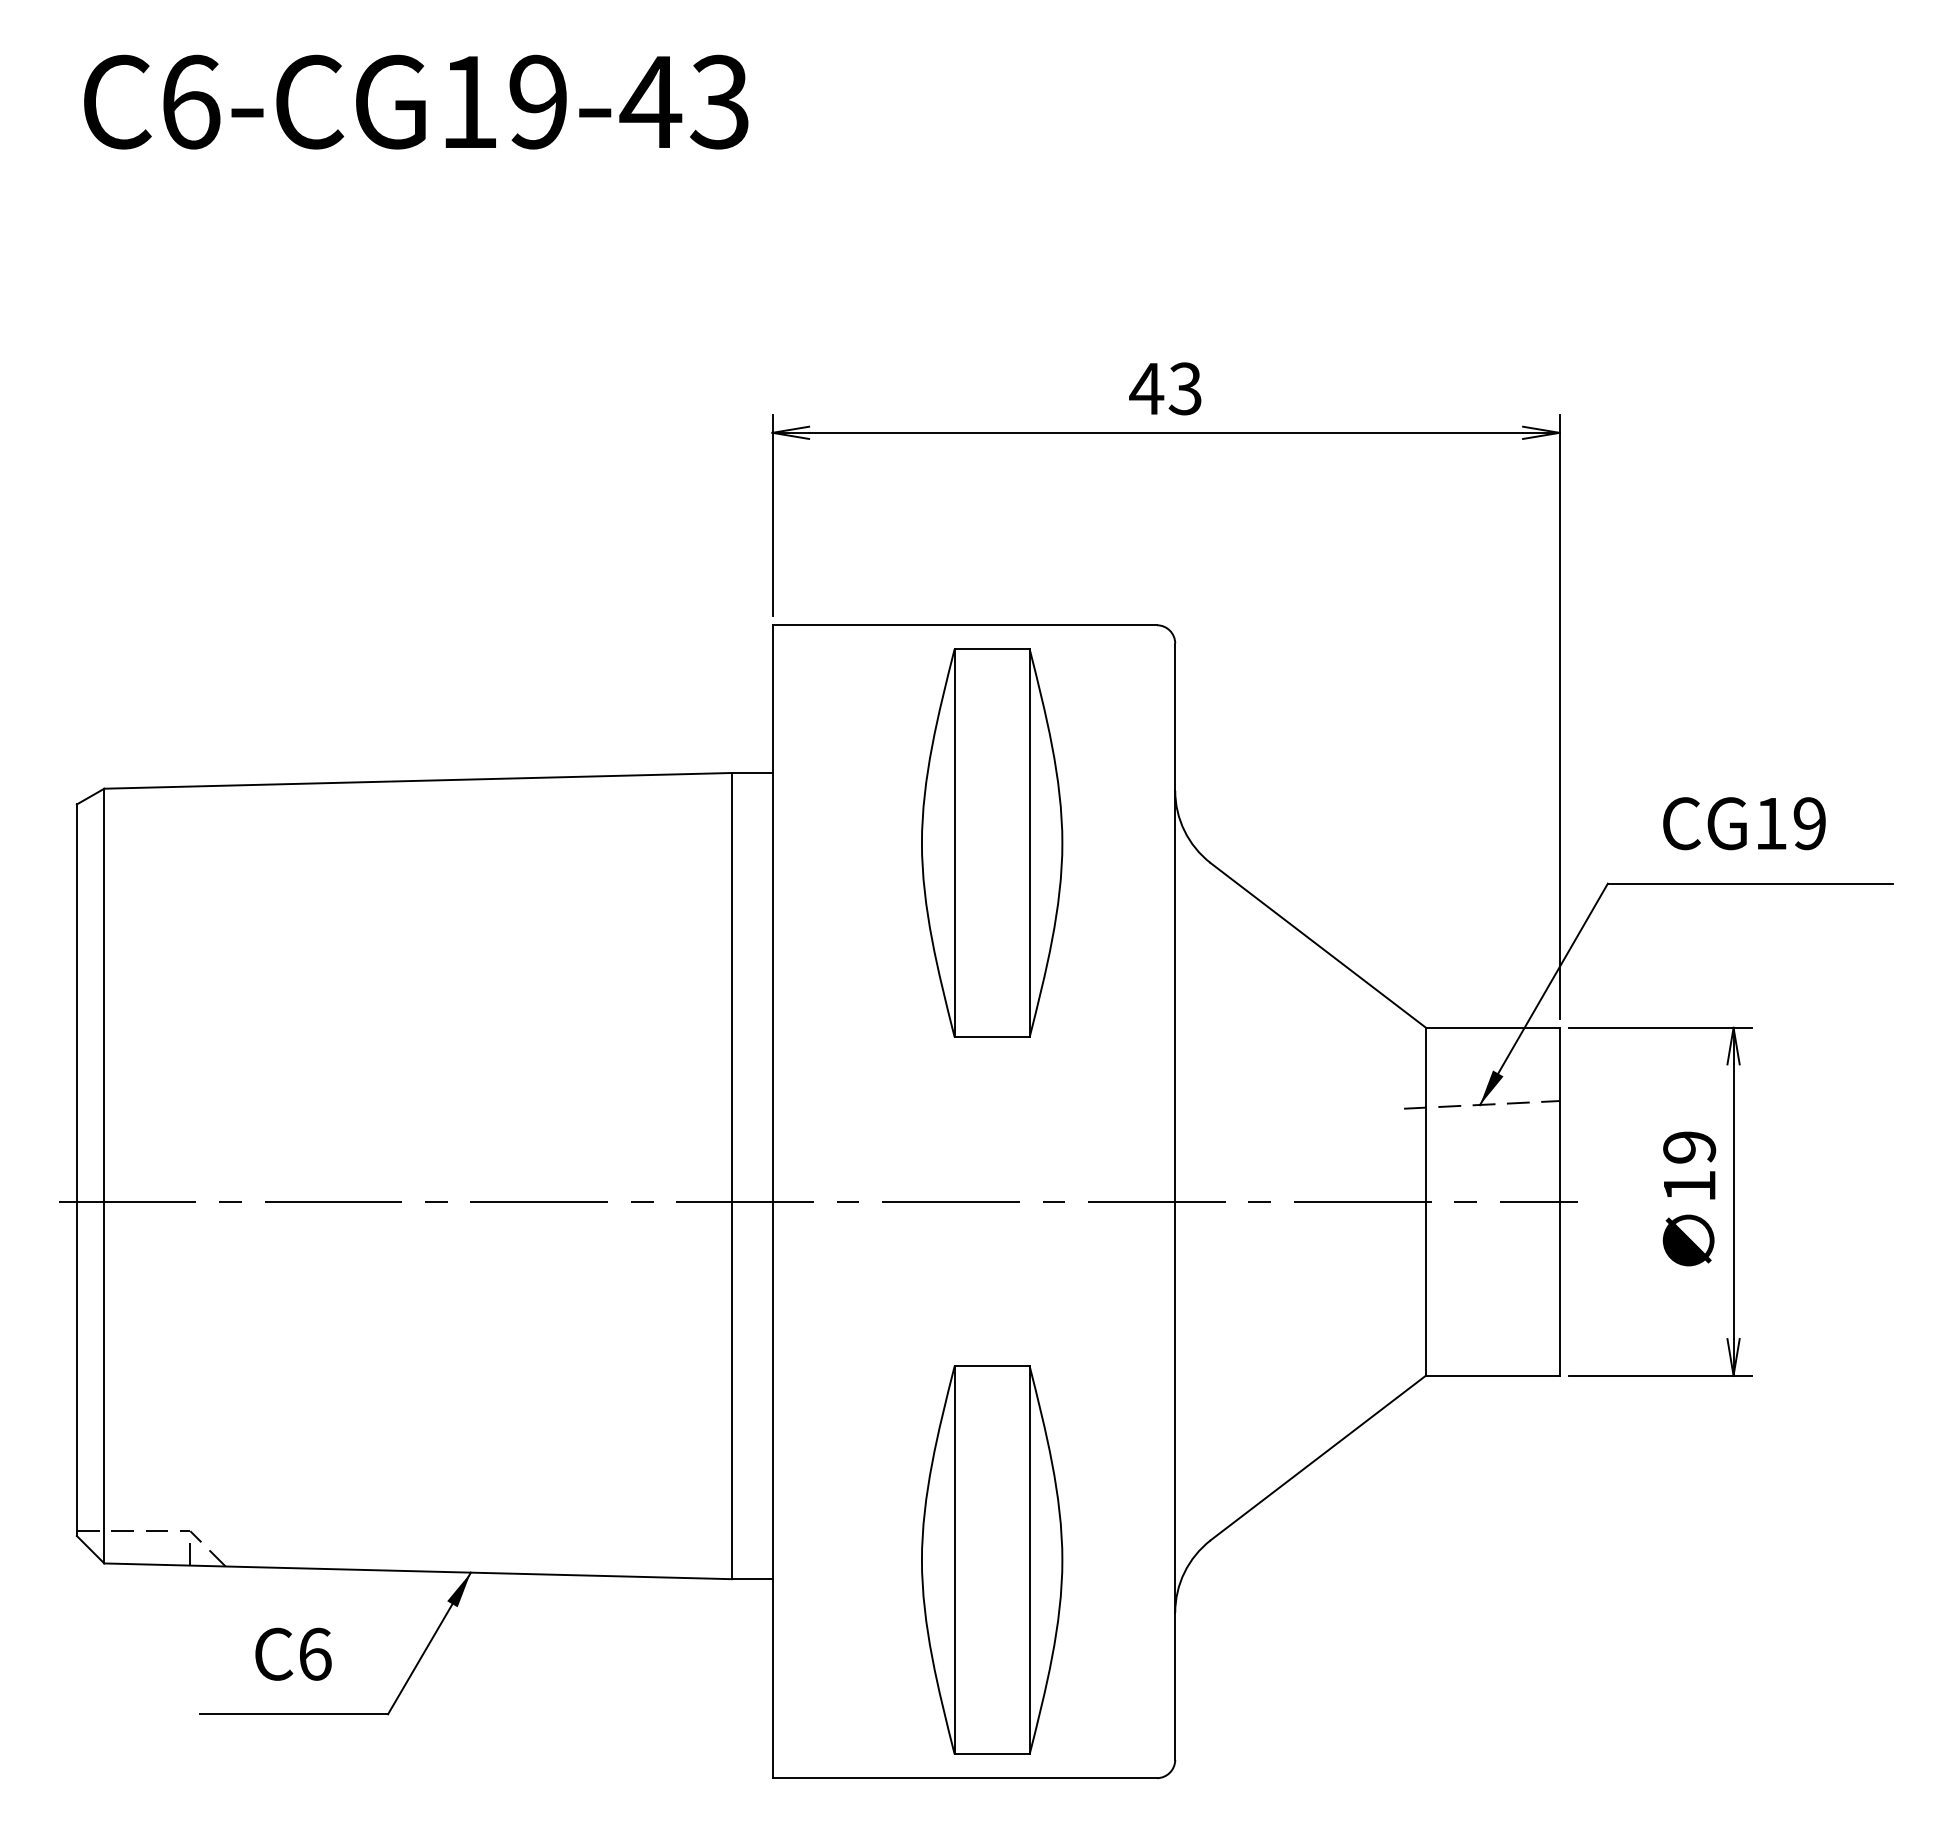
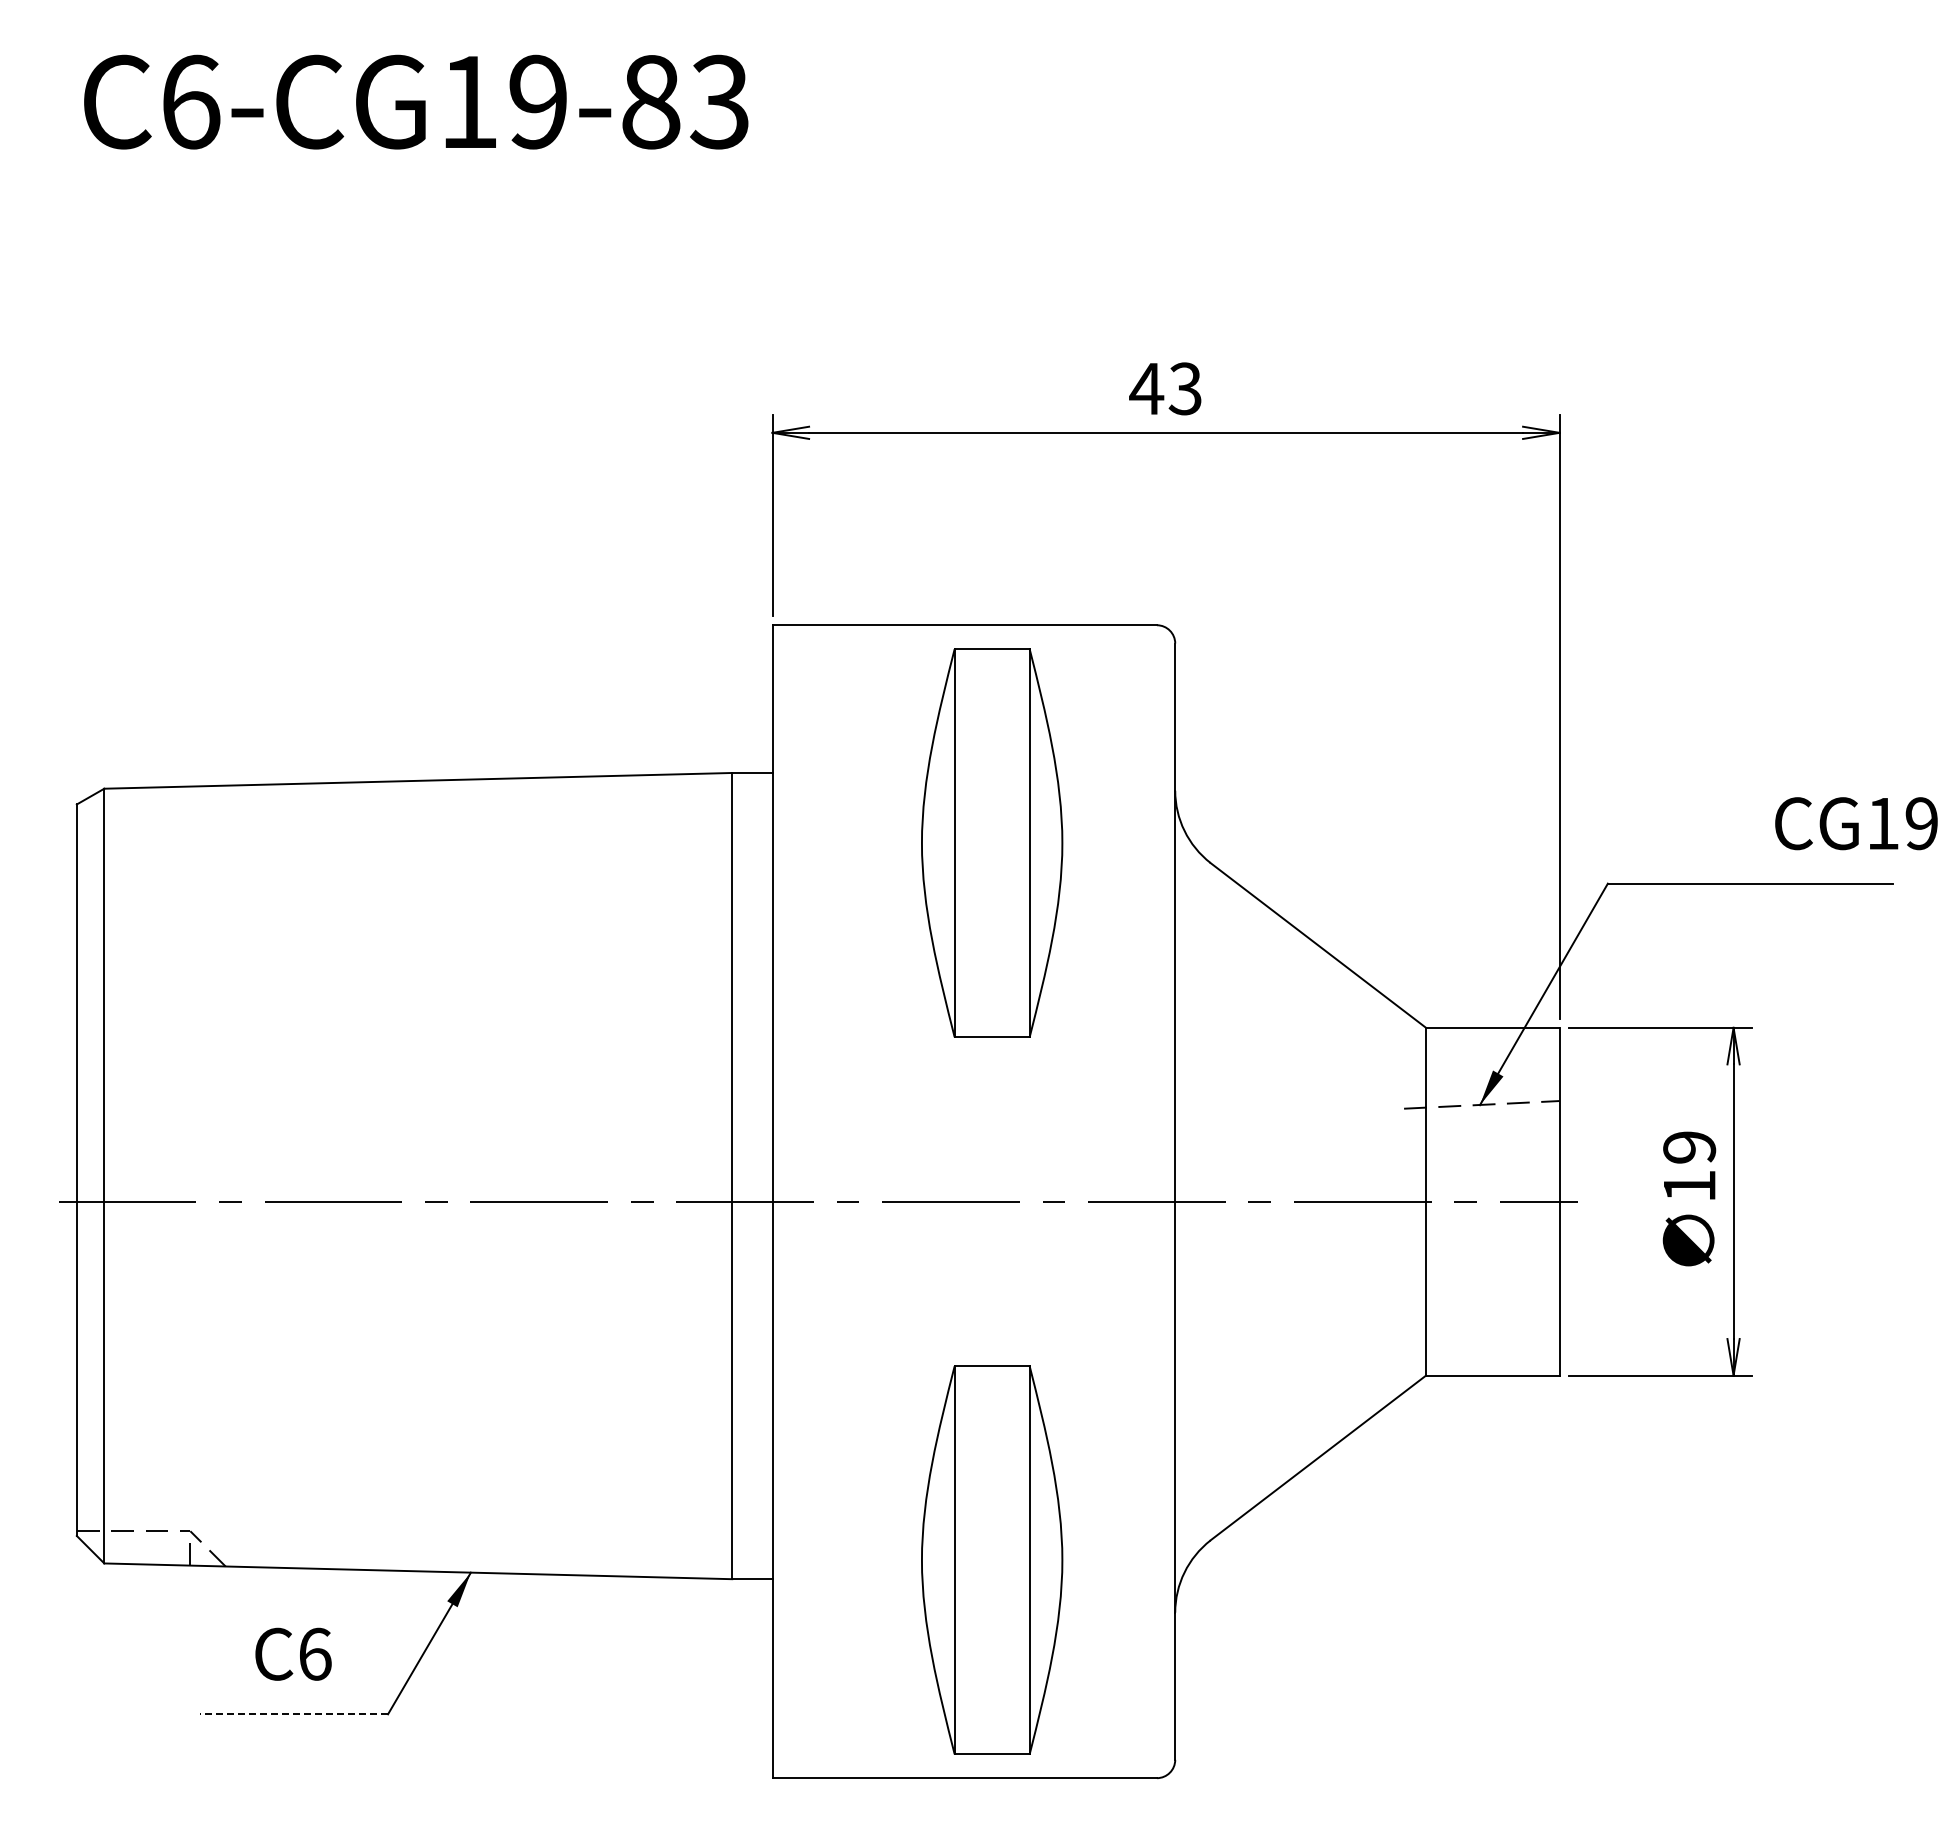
text at (650, 102): C6-CG19-43 -> C6-CG19-83
text at (1744, 823) position: (1744, 823) -> (1856, 823)
line at (294, 1714): solid -> dashed
